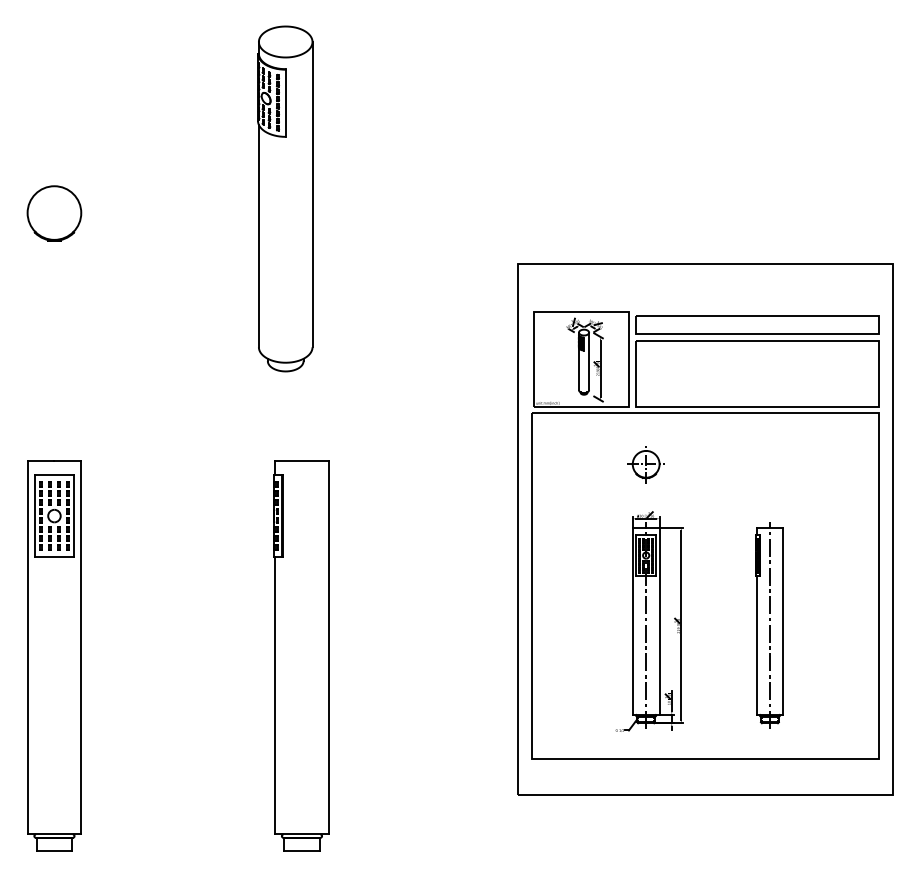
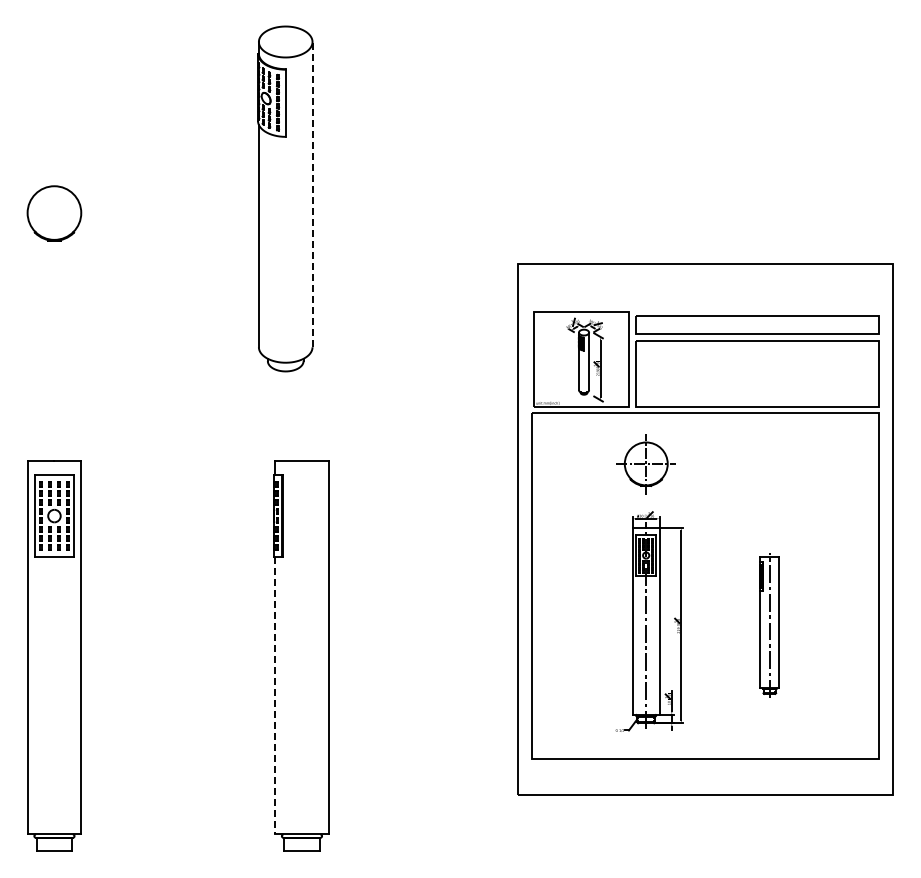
line at (312, 194): solid -> dashed
part at (645, 464) size: 38x38 px -> 60x61 px
part at (769, 625) size: 29x207 px -> 21x145 px
line at (275, 695): solid -> dashed
